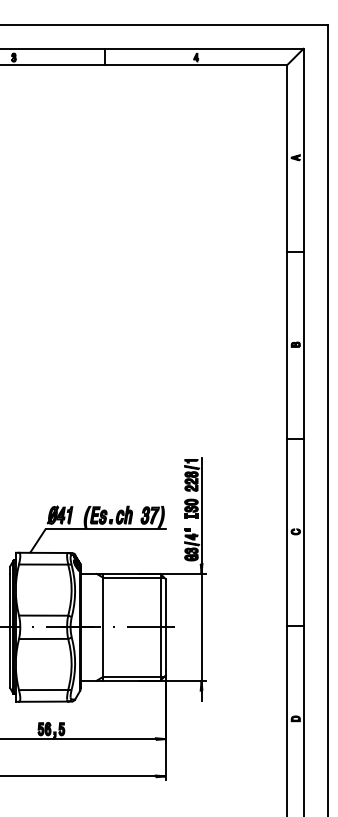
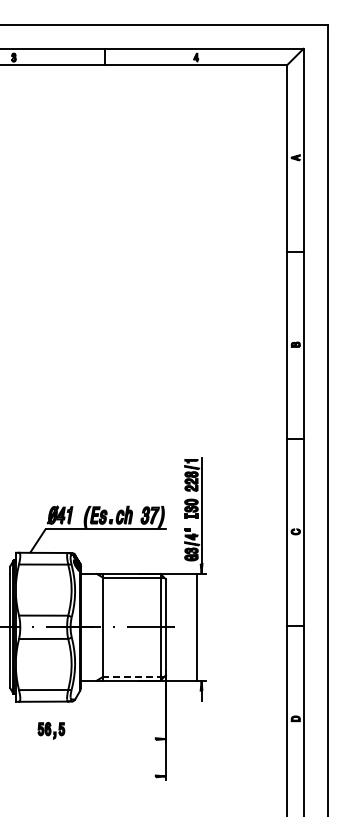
line at (201, 627) position: (201, 627) -> (196, 627)
line at (133, 676): solid -> dashed
line at (78, 739): present -> none
line at (78, 776): present -> none
